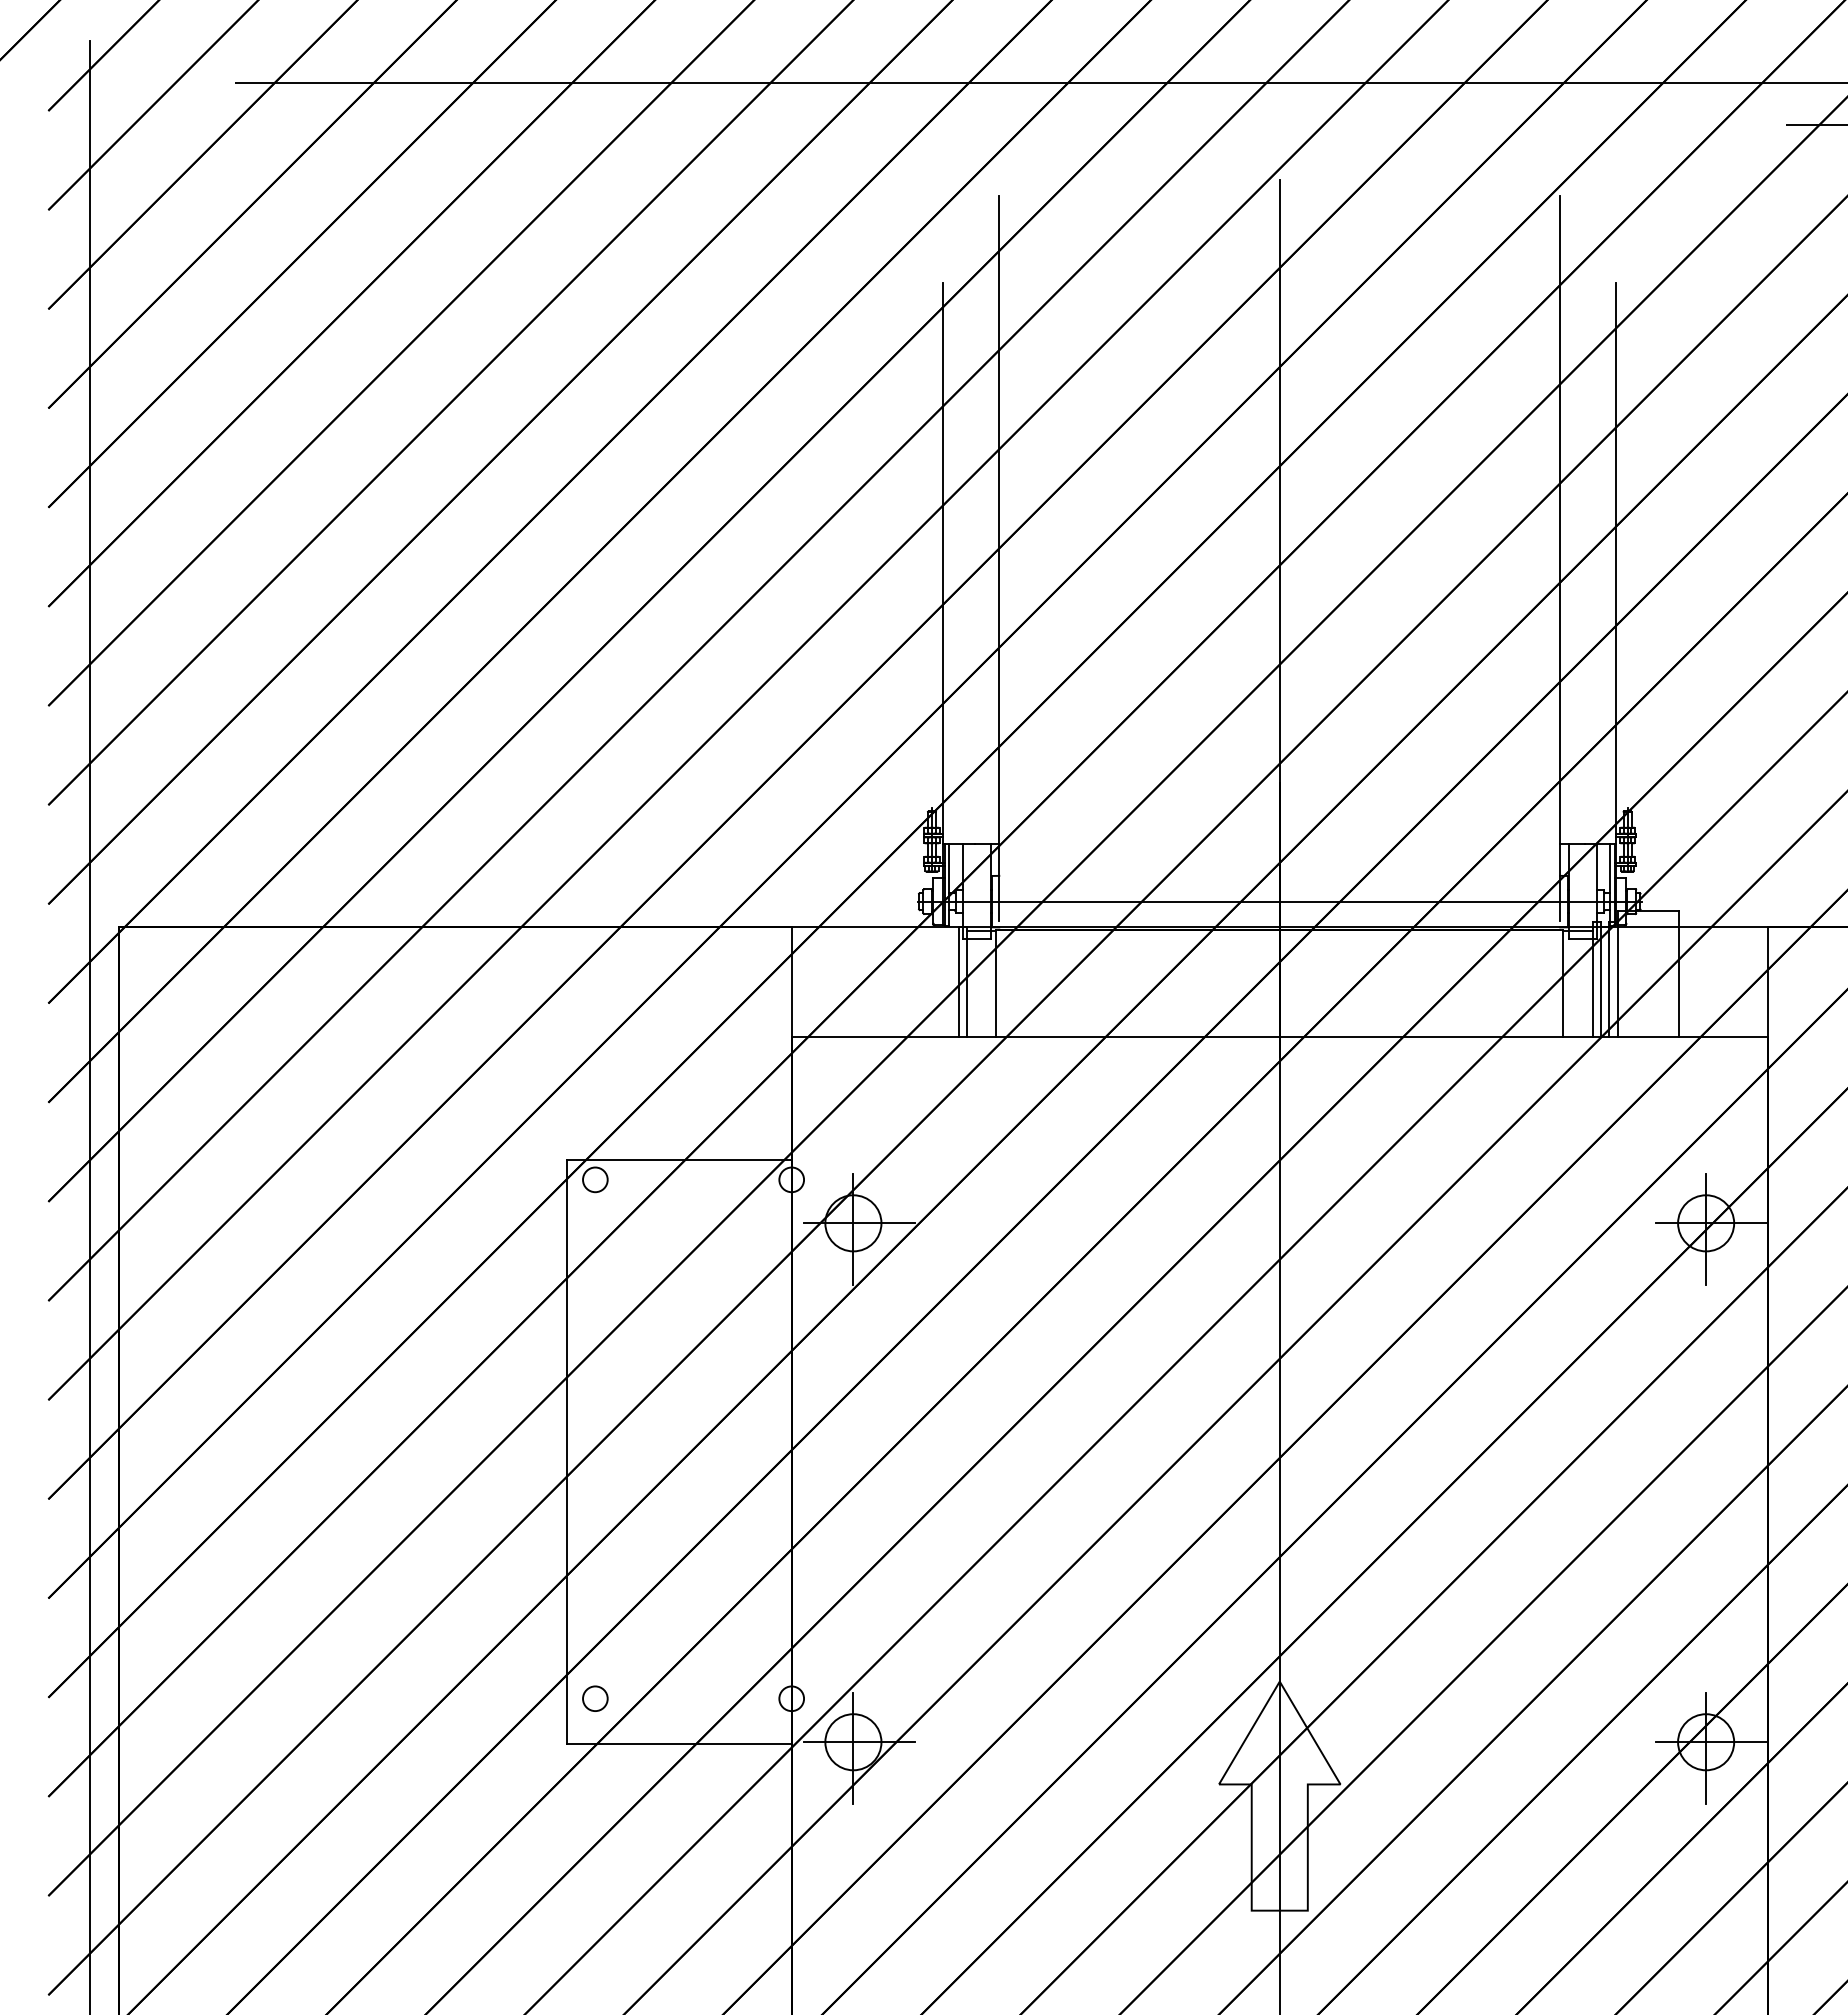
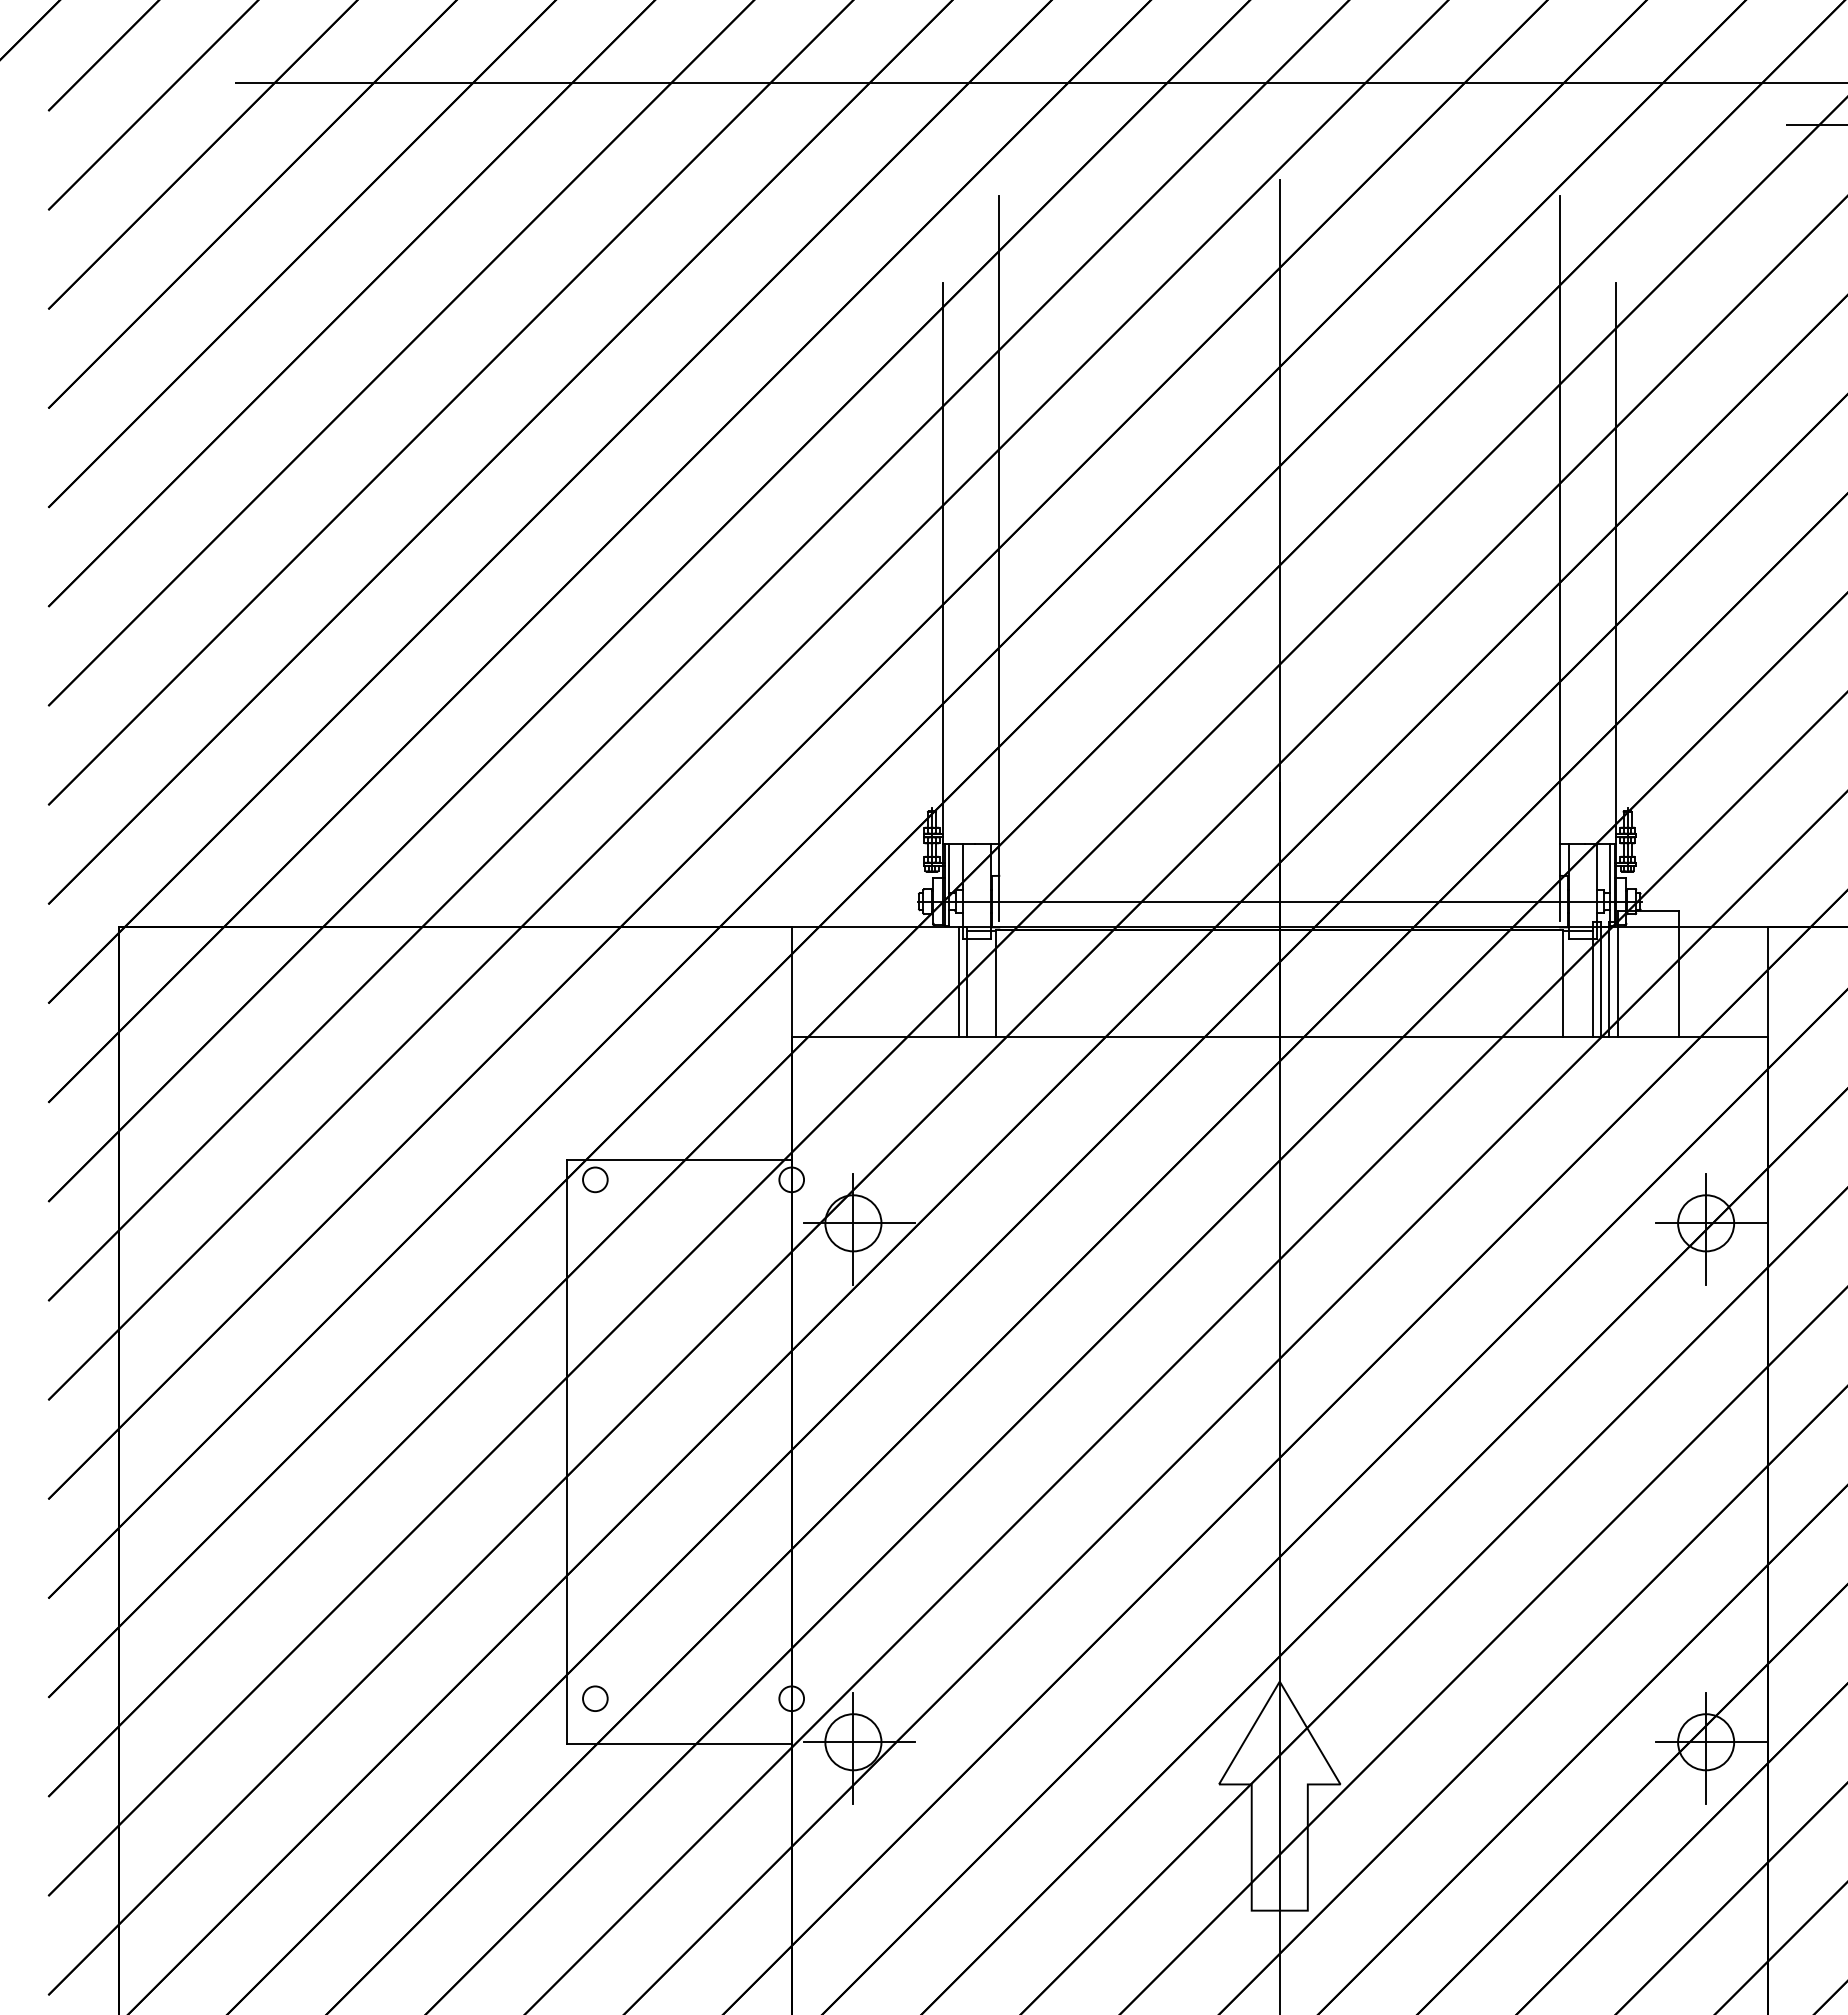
line at (90, 1025): present -> none
